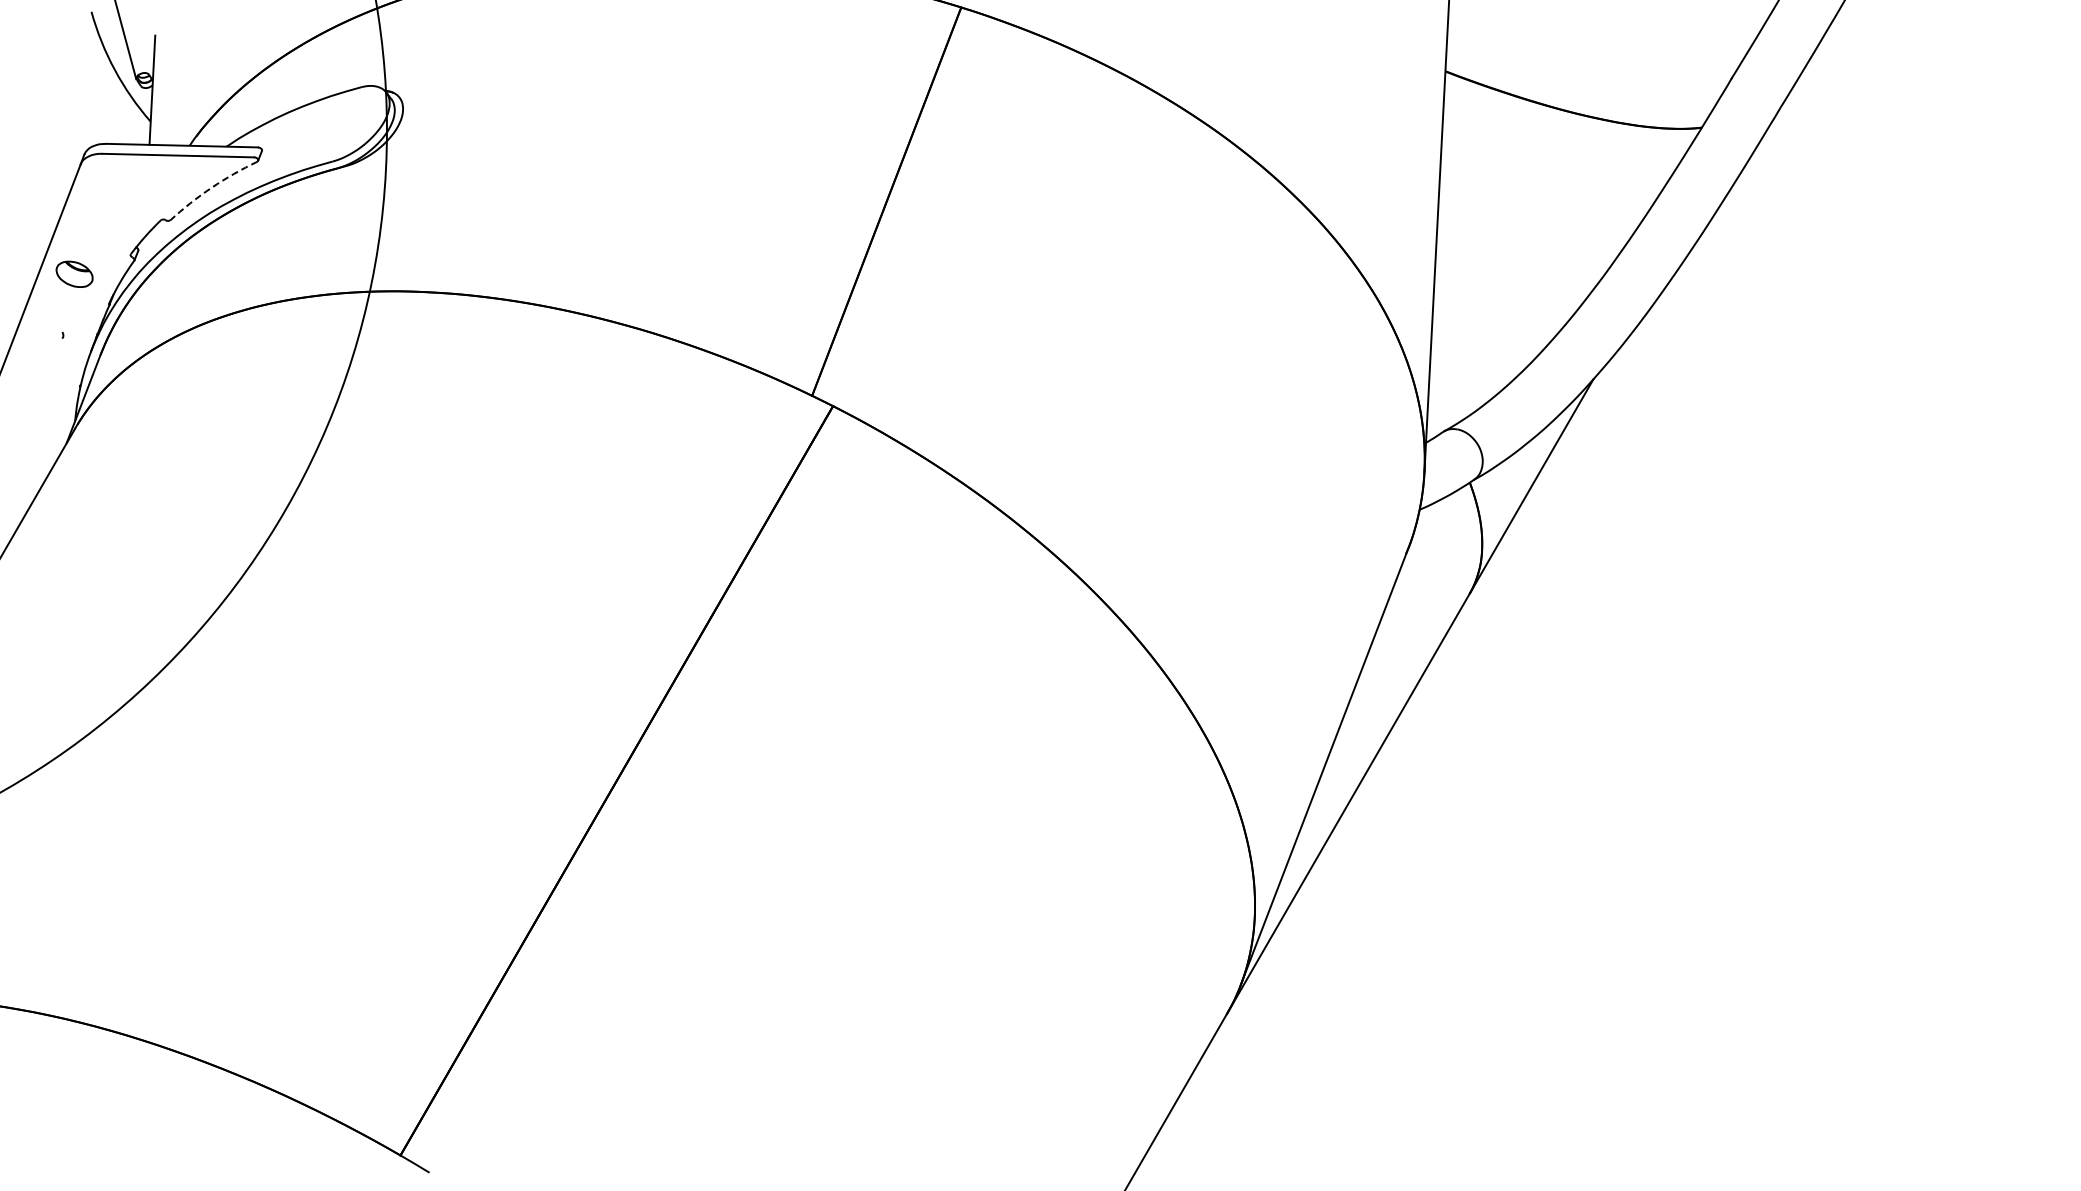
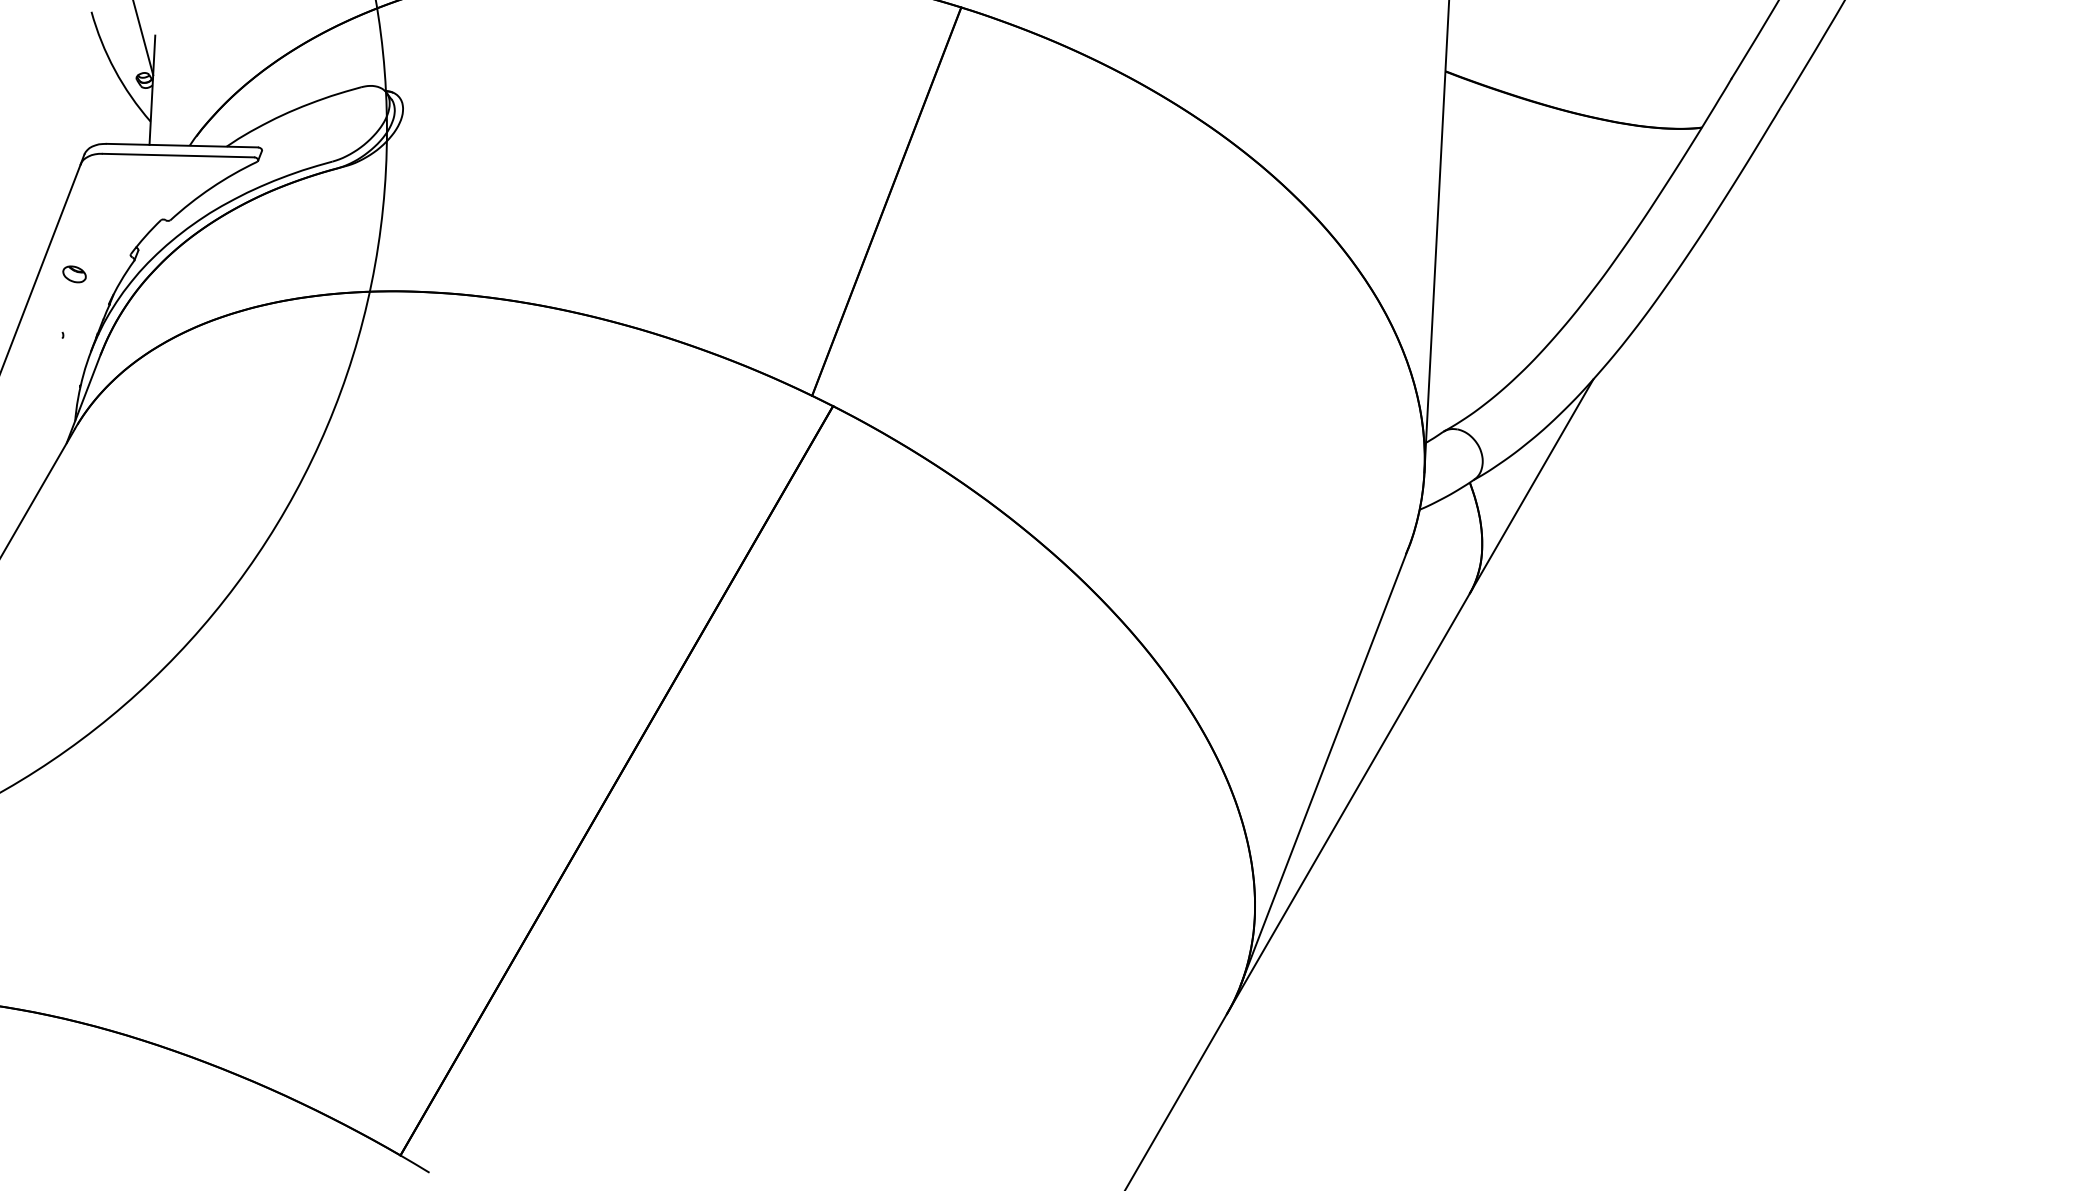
line at (125, 40) position: (125, 40) -> (143, 38)
arc at (211, 187): dashed -> solid
part at (74, 273) size: 39x28 px -> 25x19 px
